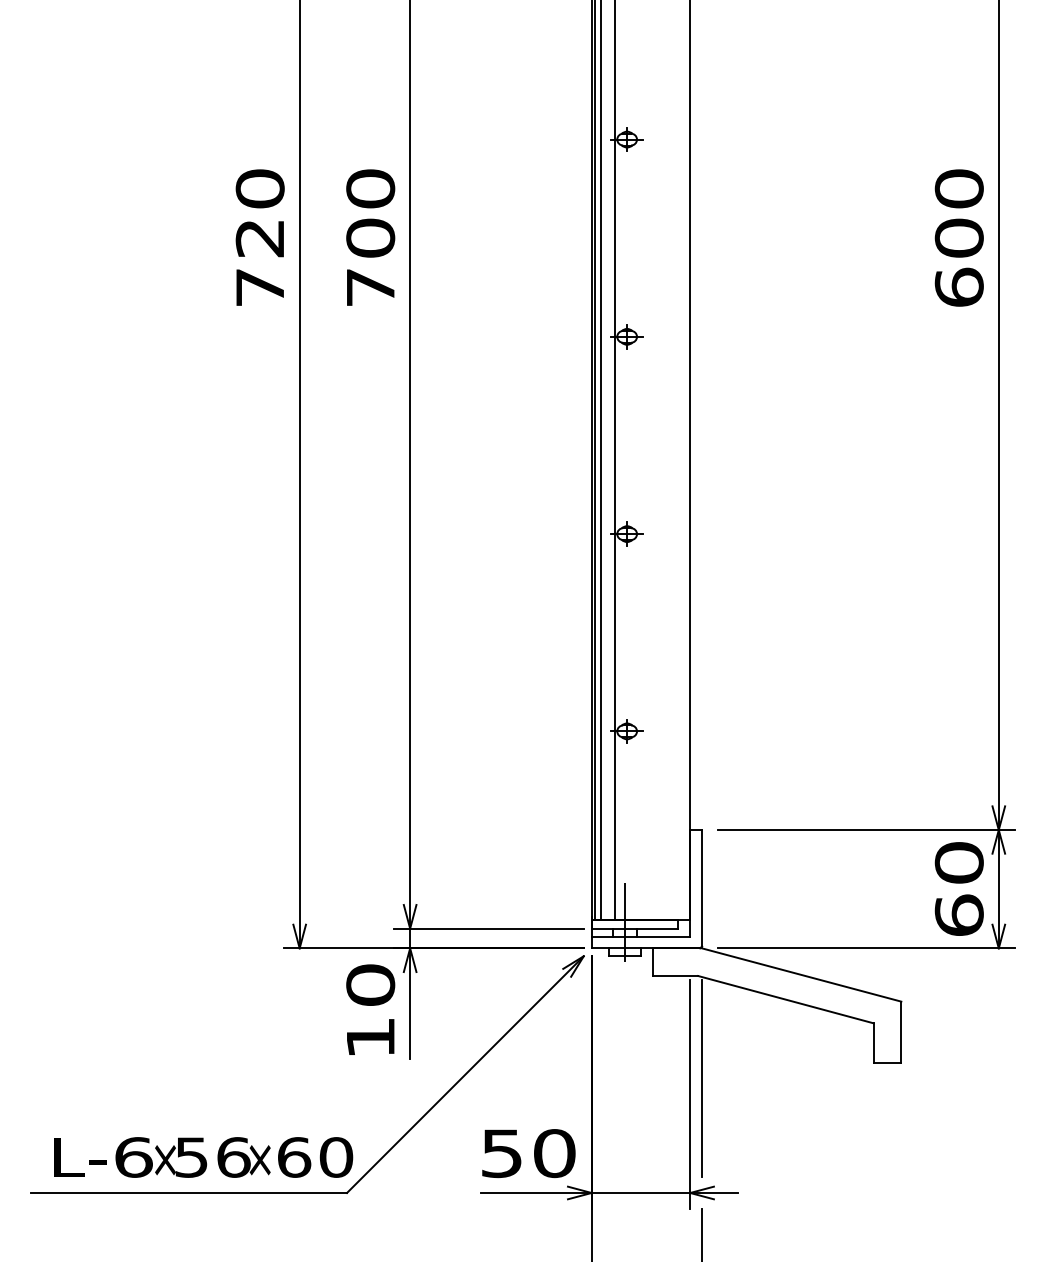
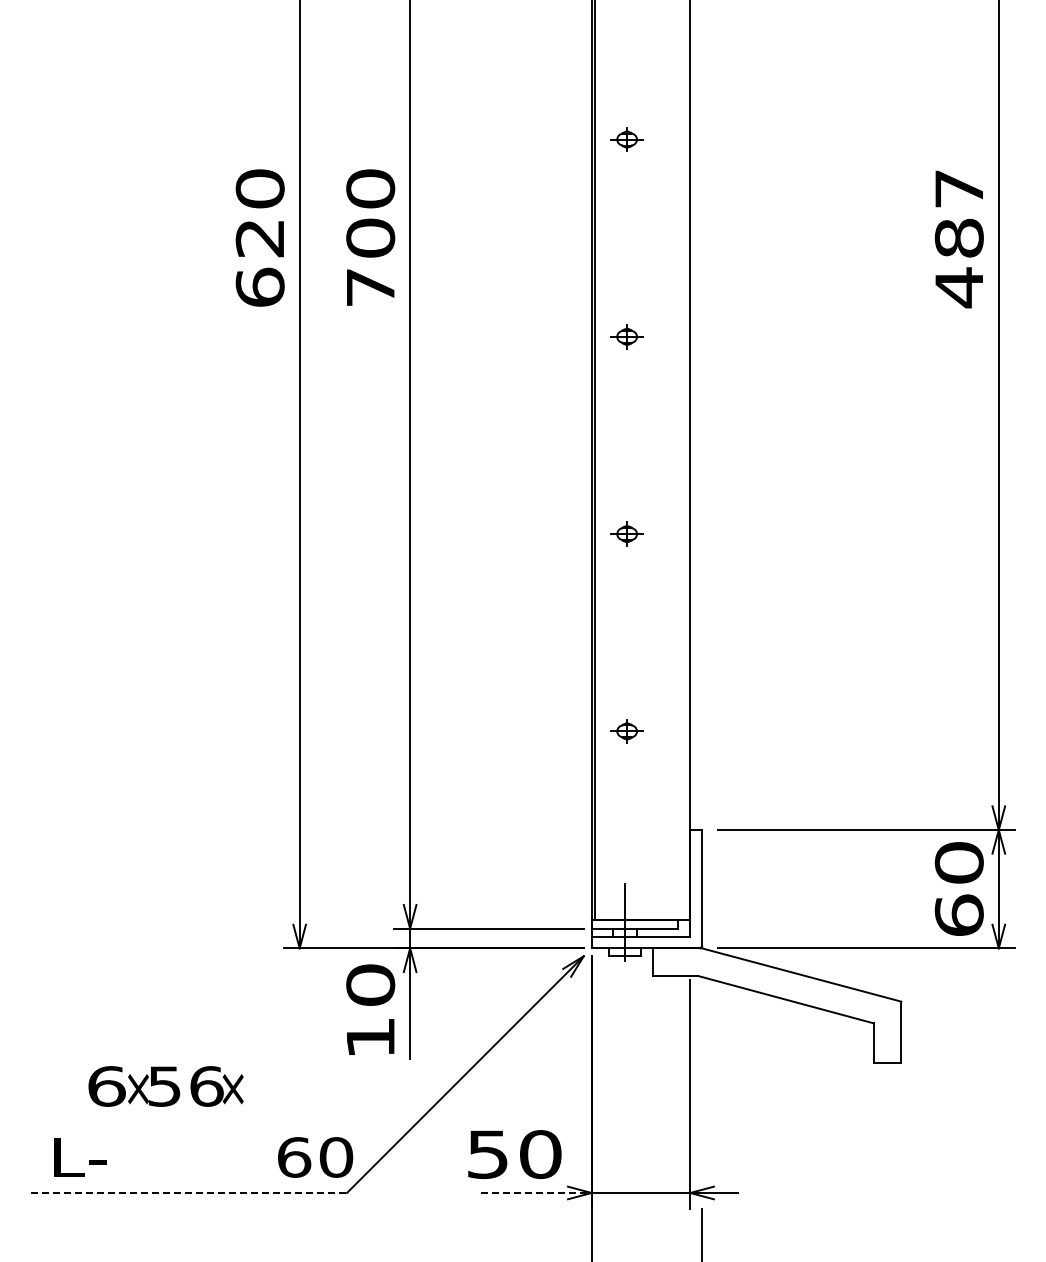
text at (958, 238): 600 -> 487
text at (259, 286): 720 -> 620
line at (600, 460): present -> none
line at (615, 460): present -> none
line at (702, 1078): present -> none
text at (528, 1153) position: (528, 1153) -> (514, 1154)
text at (192, 1157) position: (192, 1157) -> (165, 1086)
line at (189, 1192): solid -> dashed
line at (536, 1192): solid -> dashed
